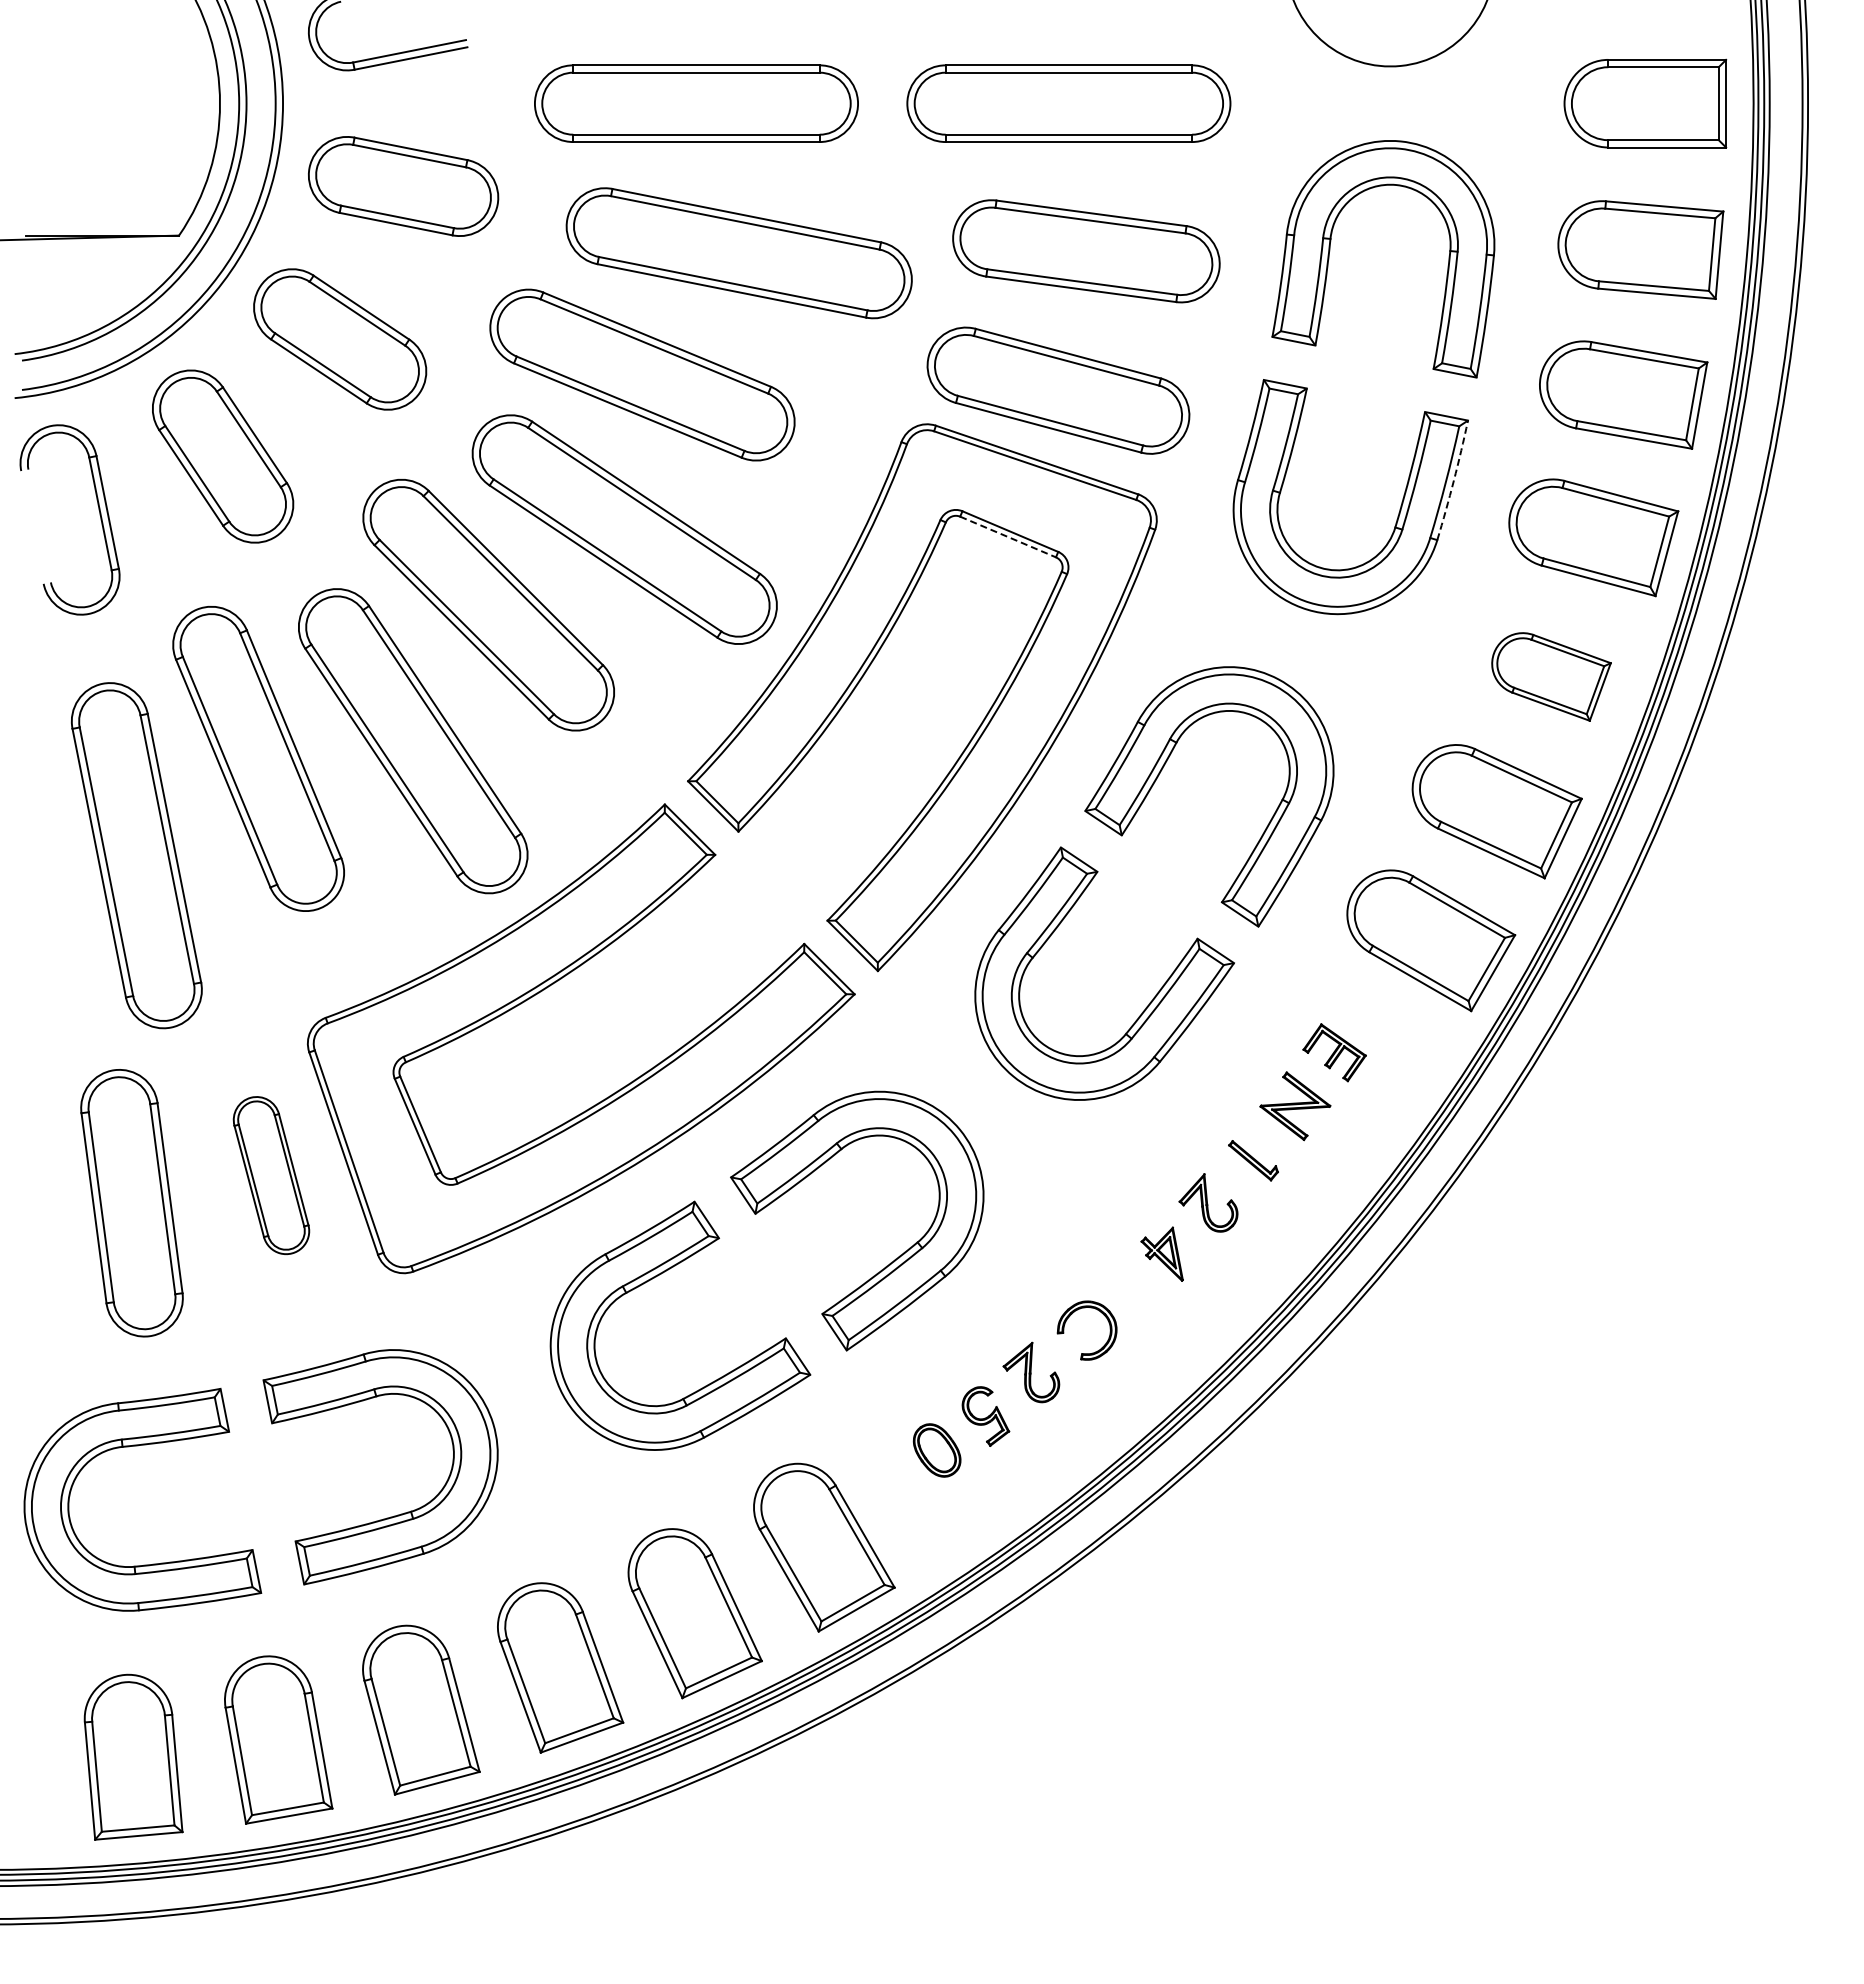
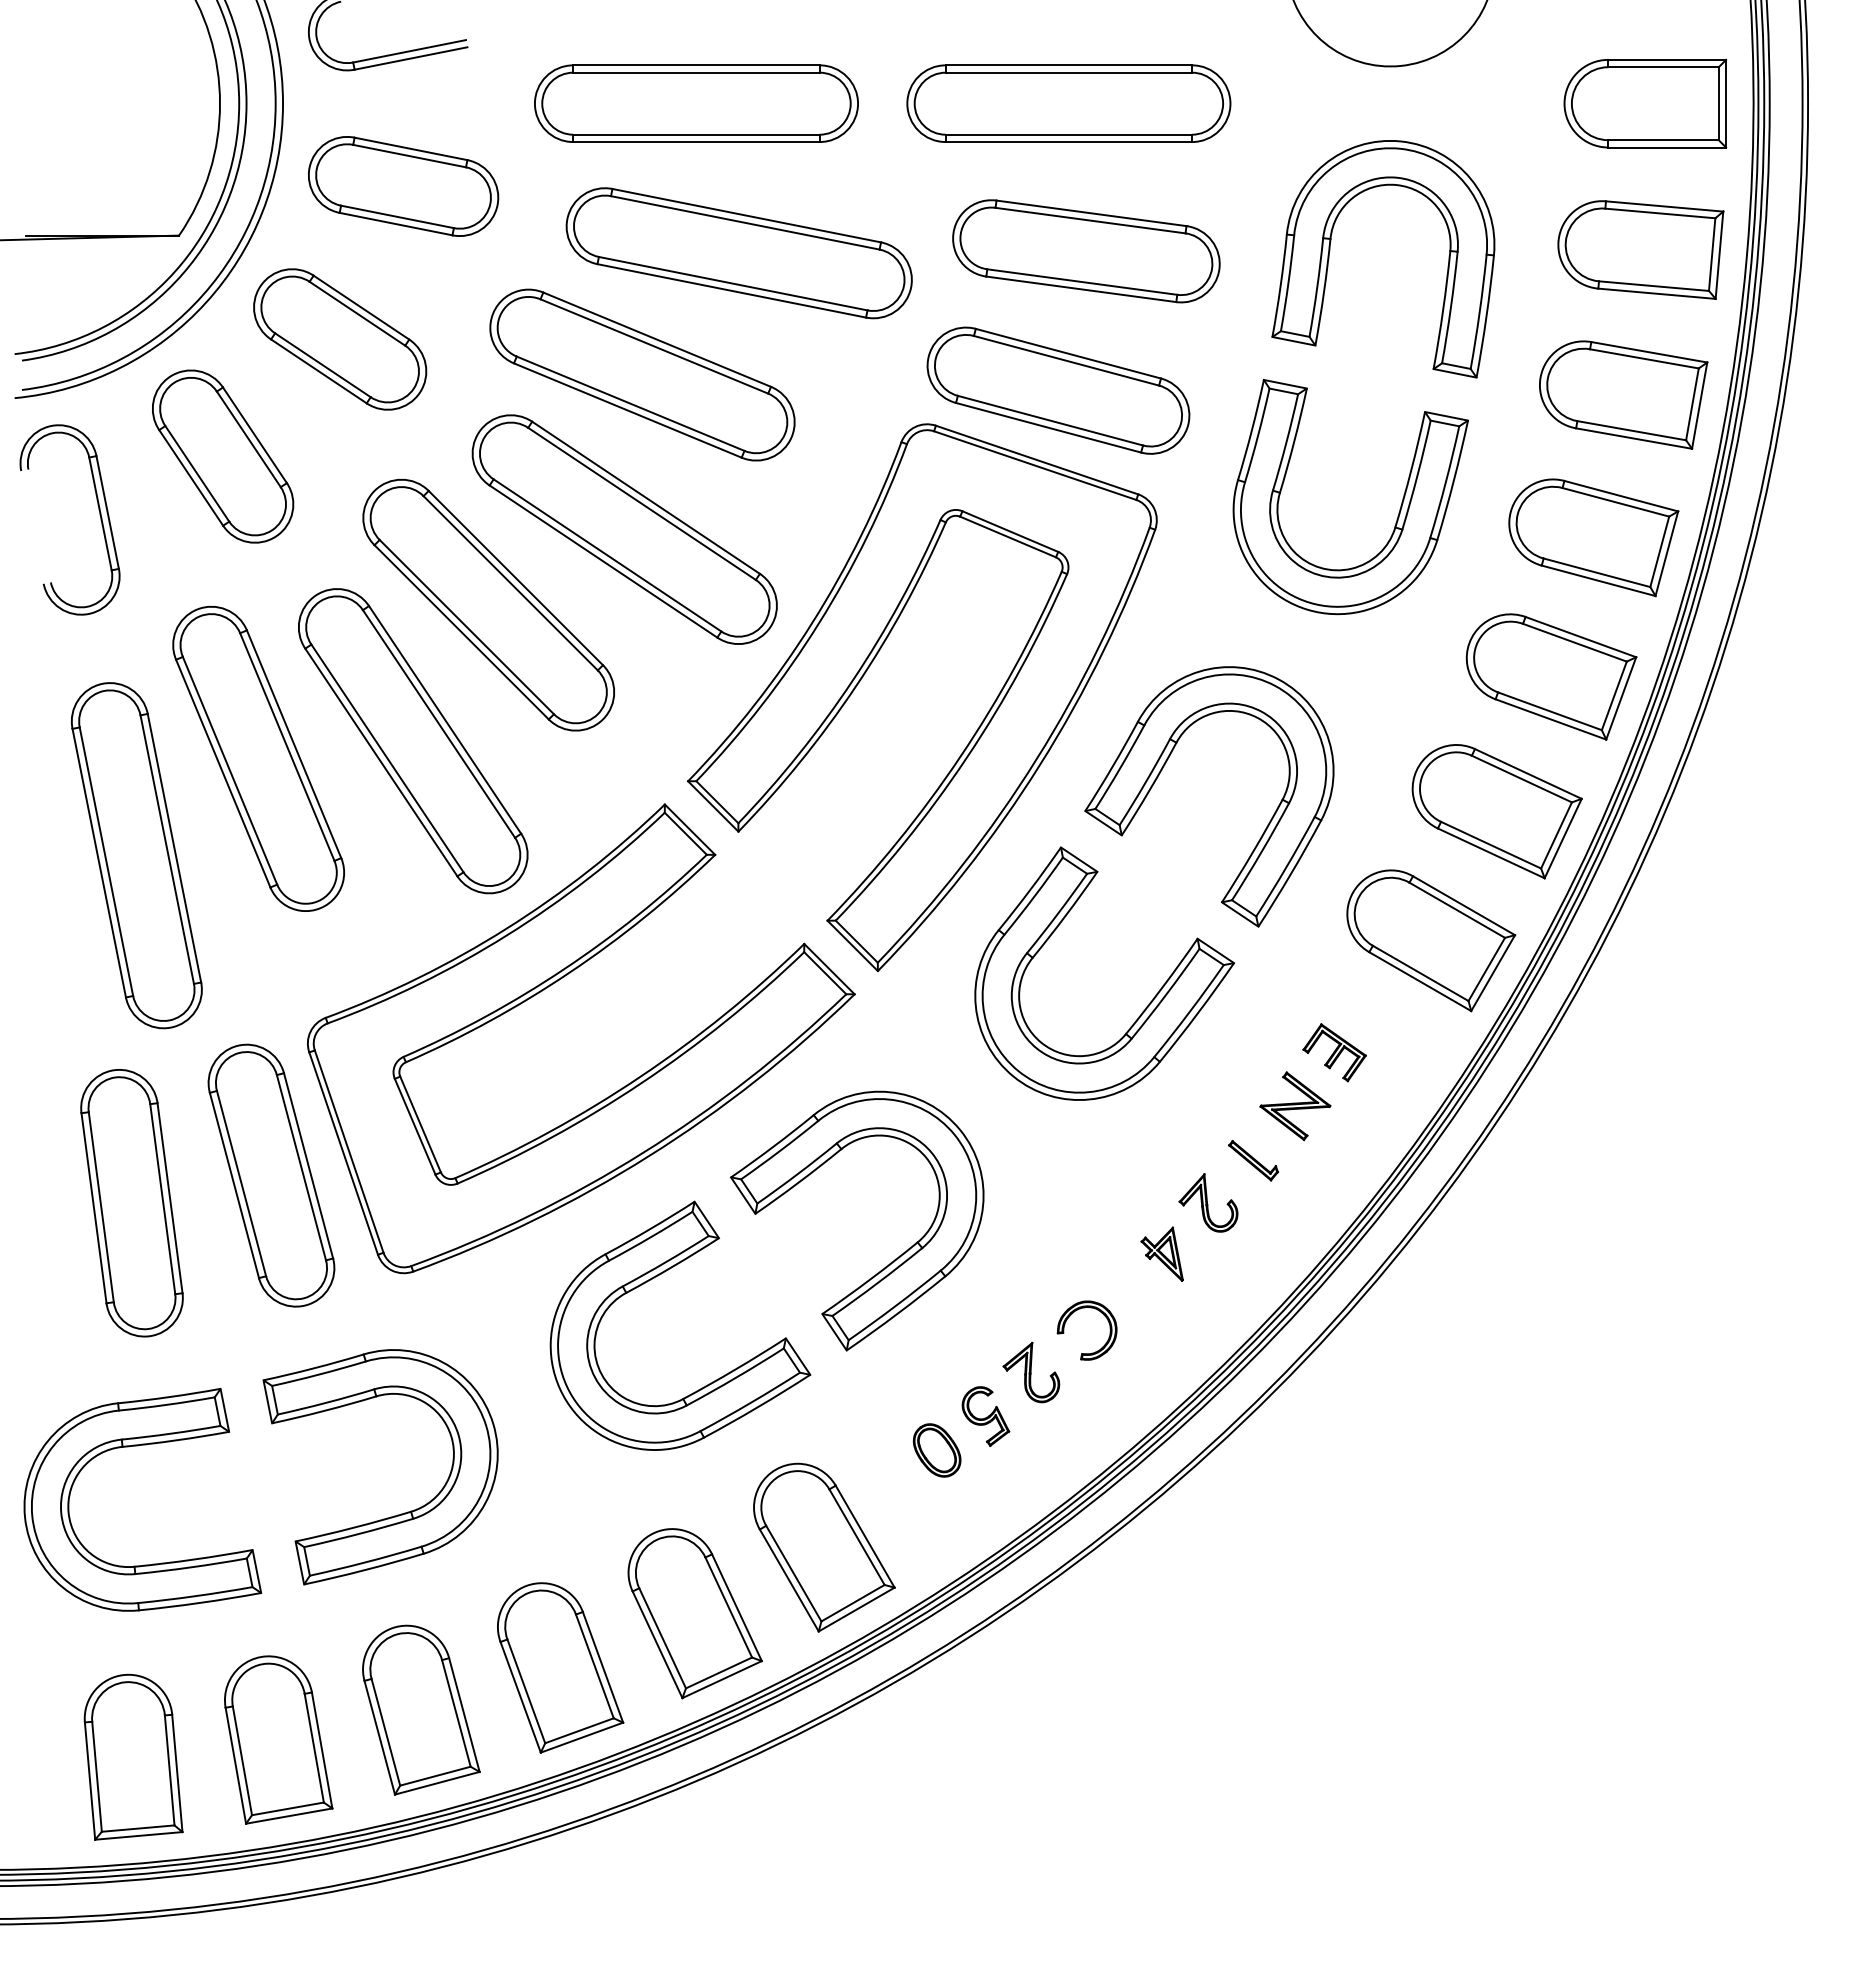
arc at (1453, 480): dashed -> solid
line at (1008, 537): dashed -> solid
part at (1551, 676) size: 121x90 px -> 173x128 px
part at (271, 1175) size: 79x159 px -> 129x265 px
